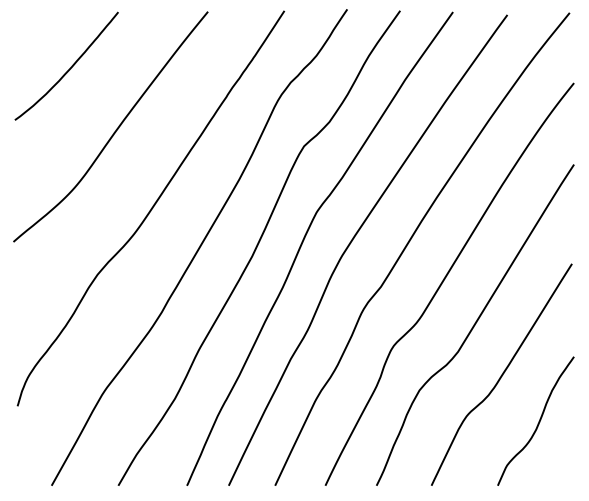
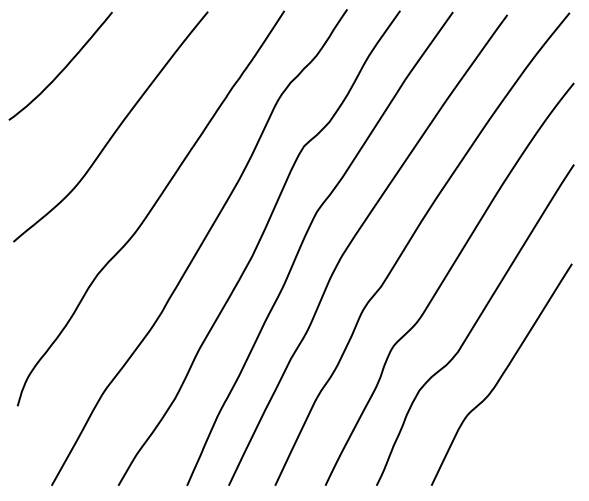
curve at (69, 68) position: (69, 68) -> (63, 68)
curve at (538, 421): present -> none
